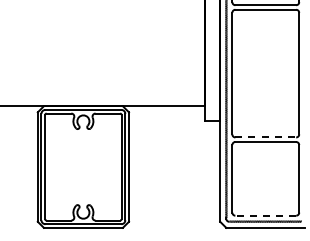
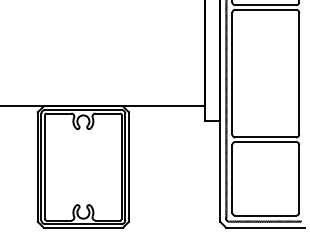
line at (266, 137): dashed -> solid
line at (265, 215): dashed -> solid
